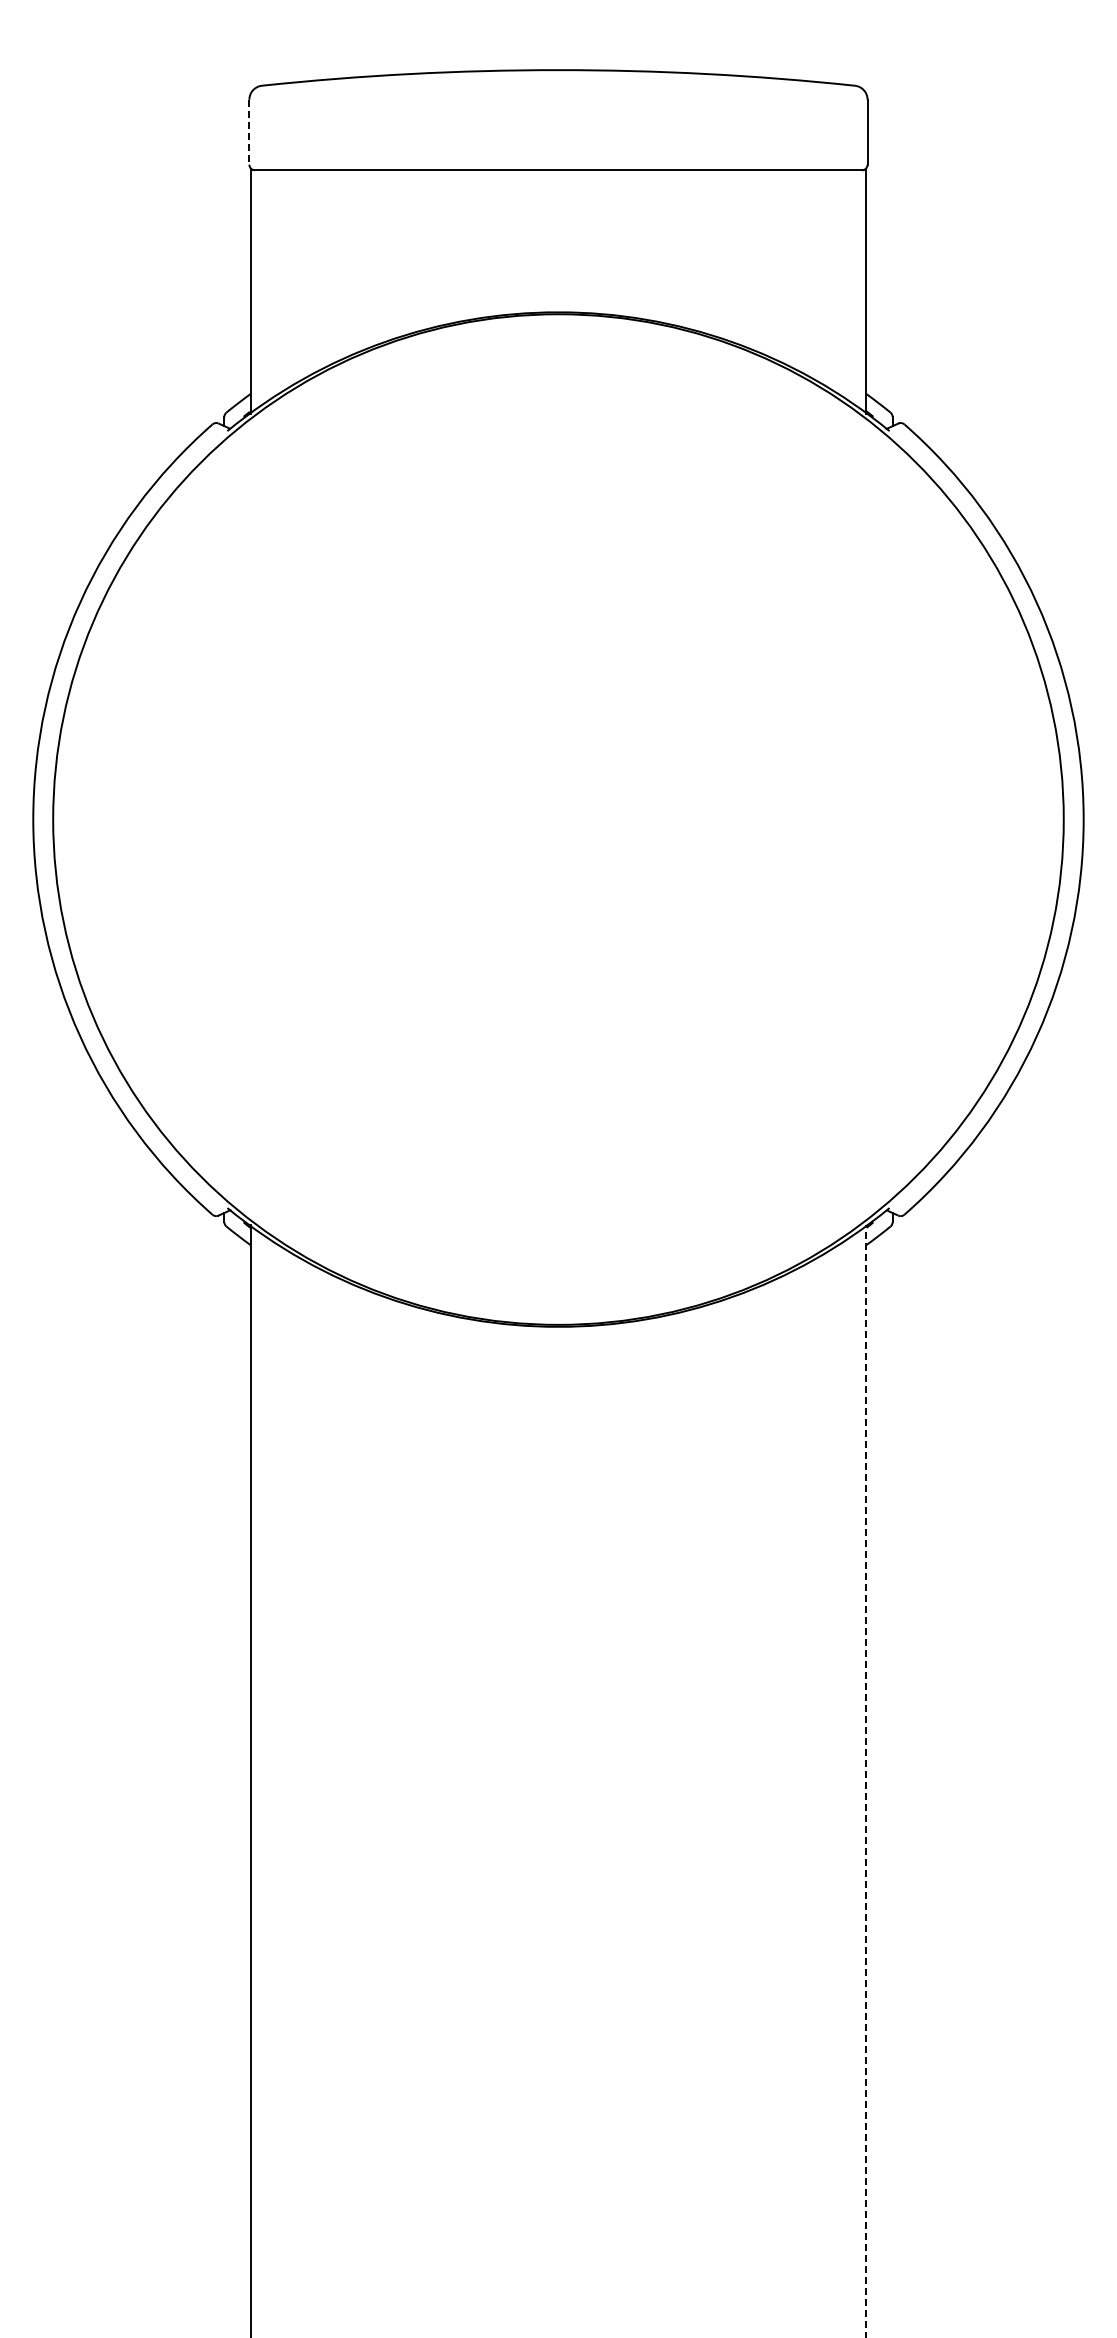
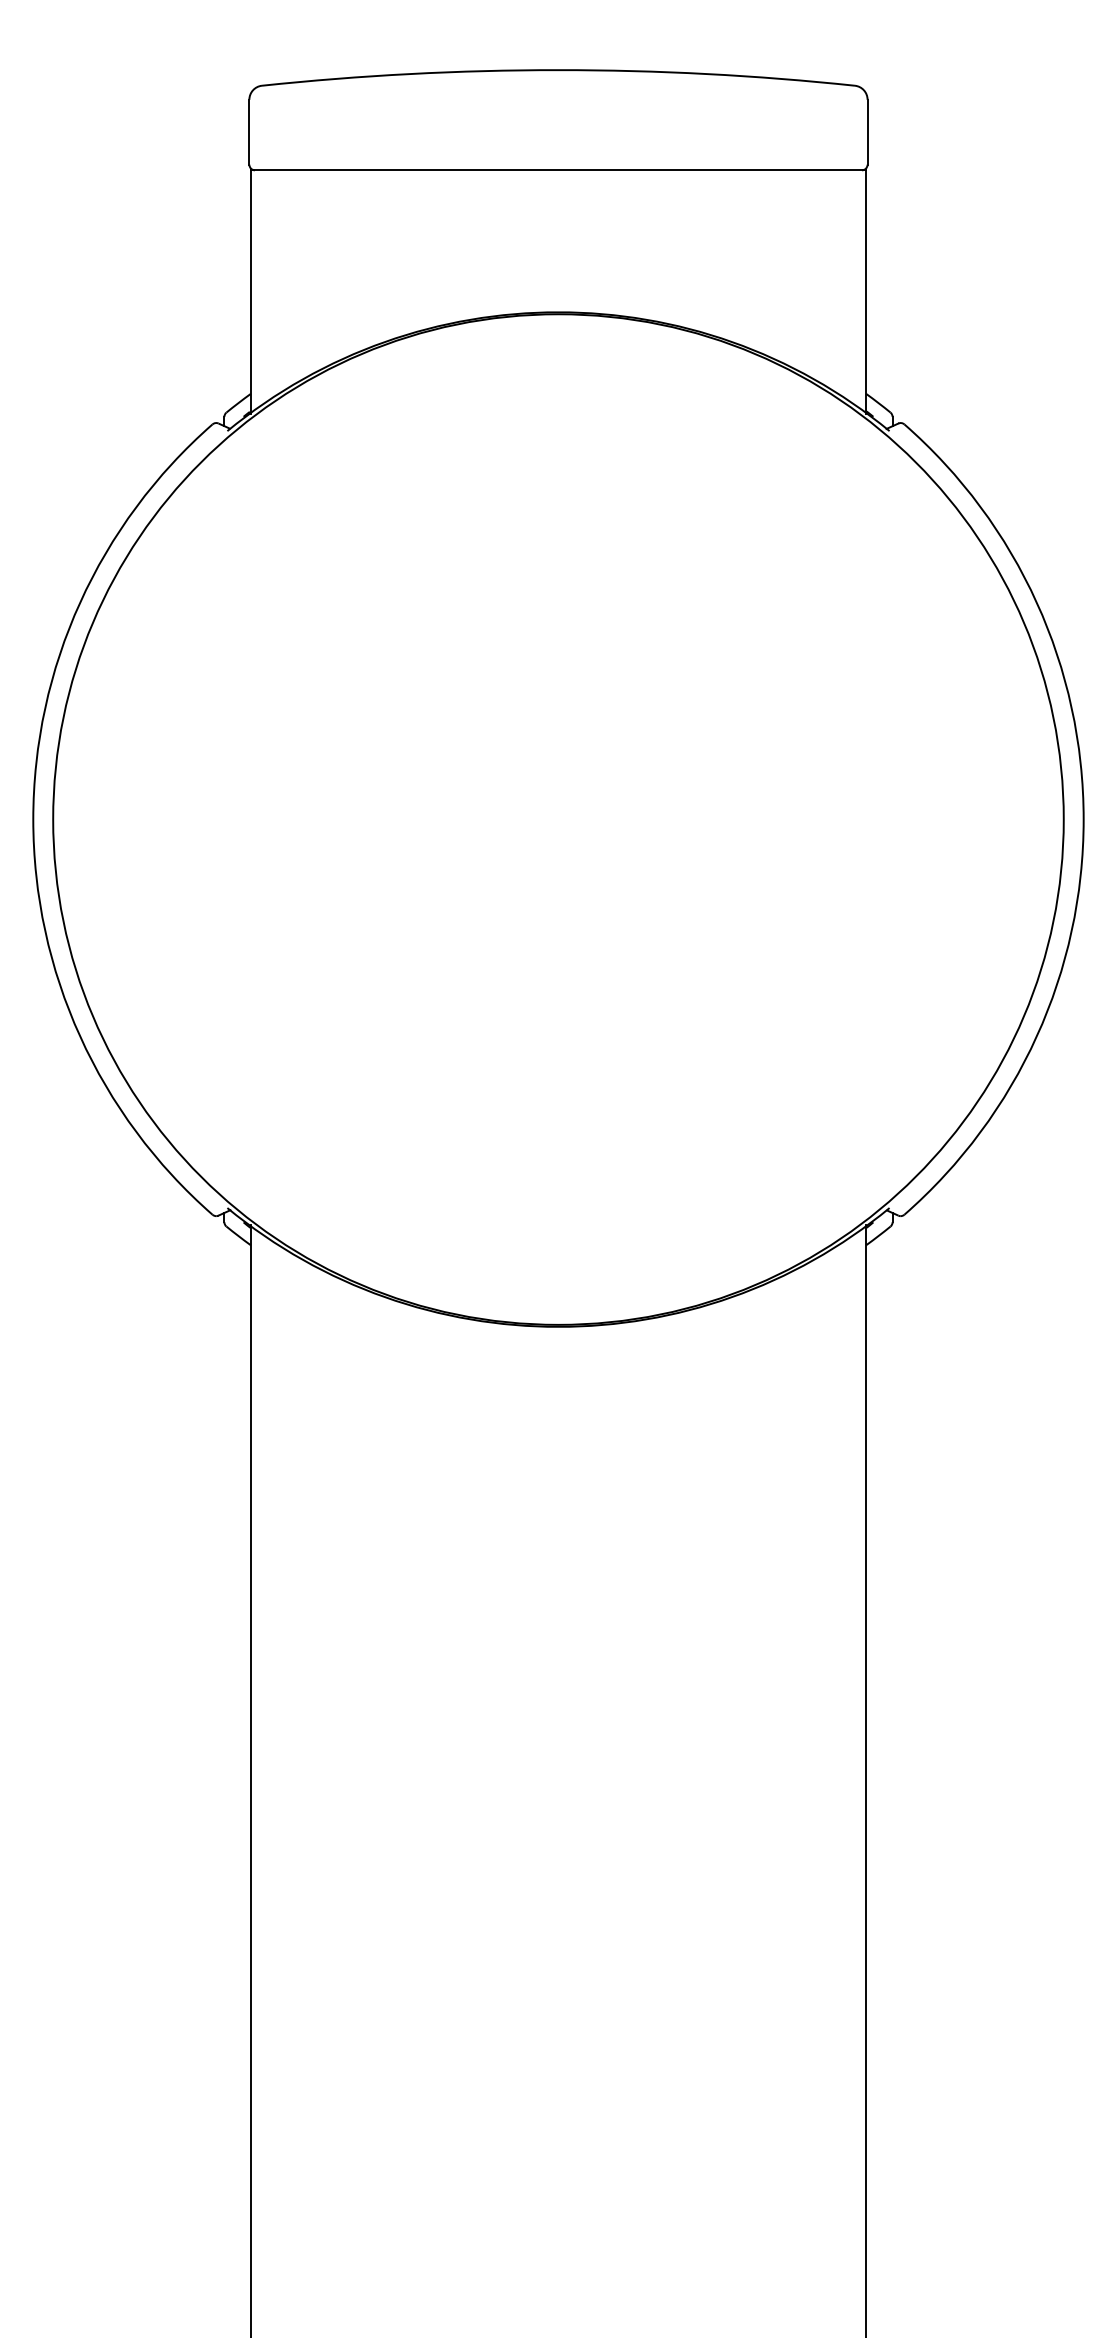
line at (249, 132): dashed -> solid
line at (866, 1780): dashed -> solid
